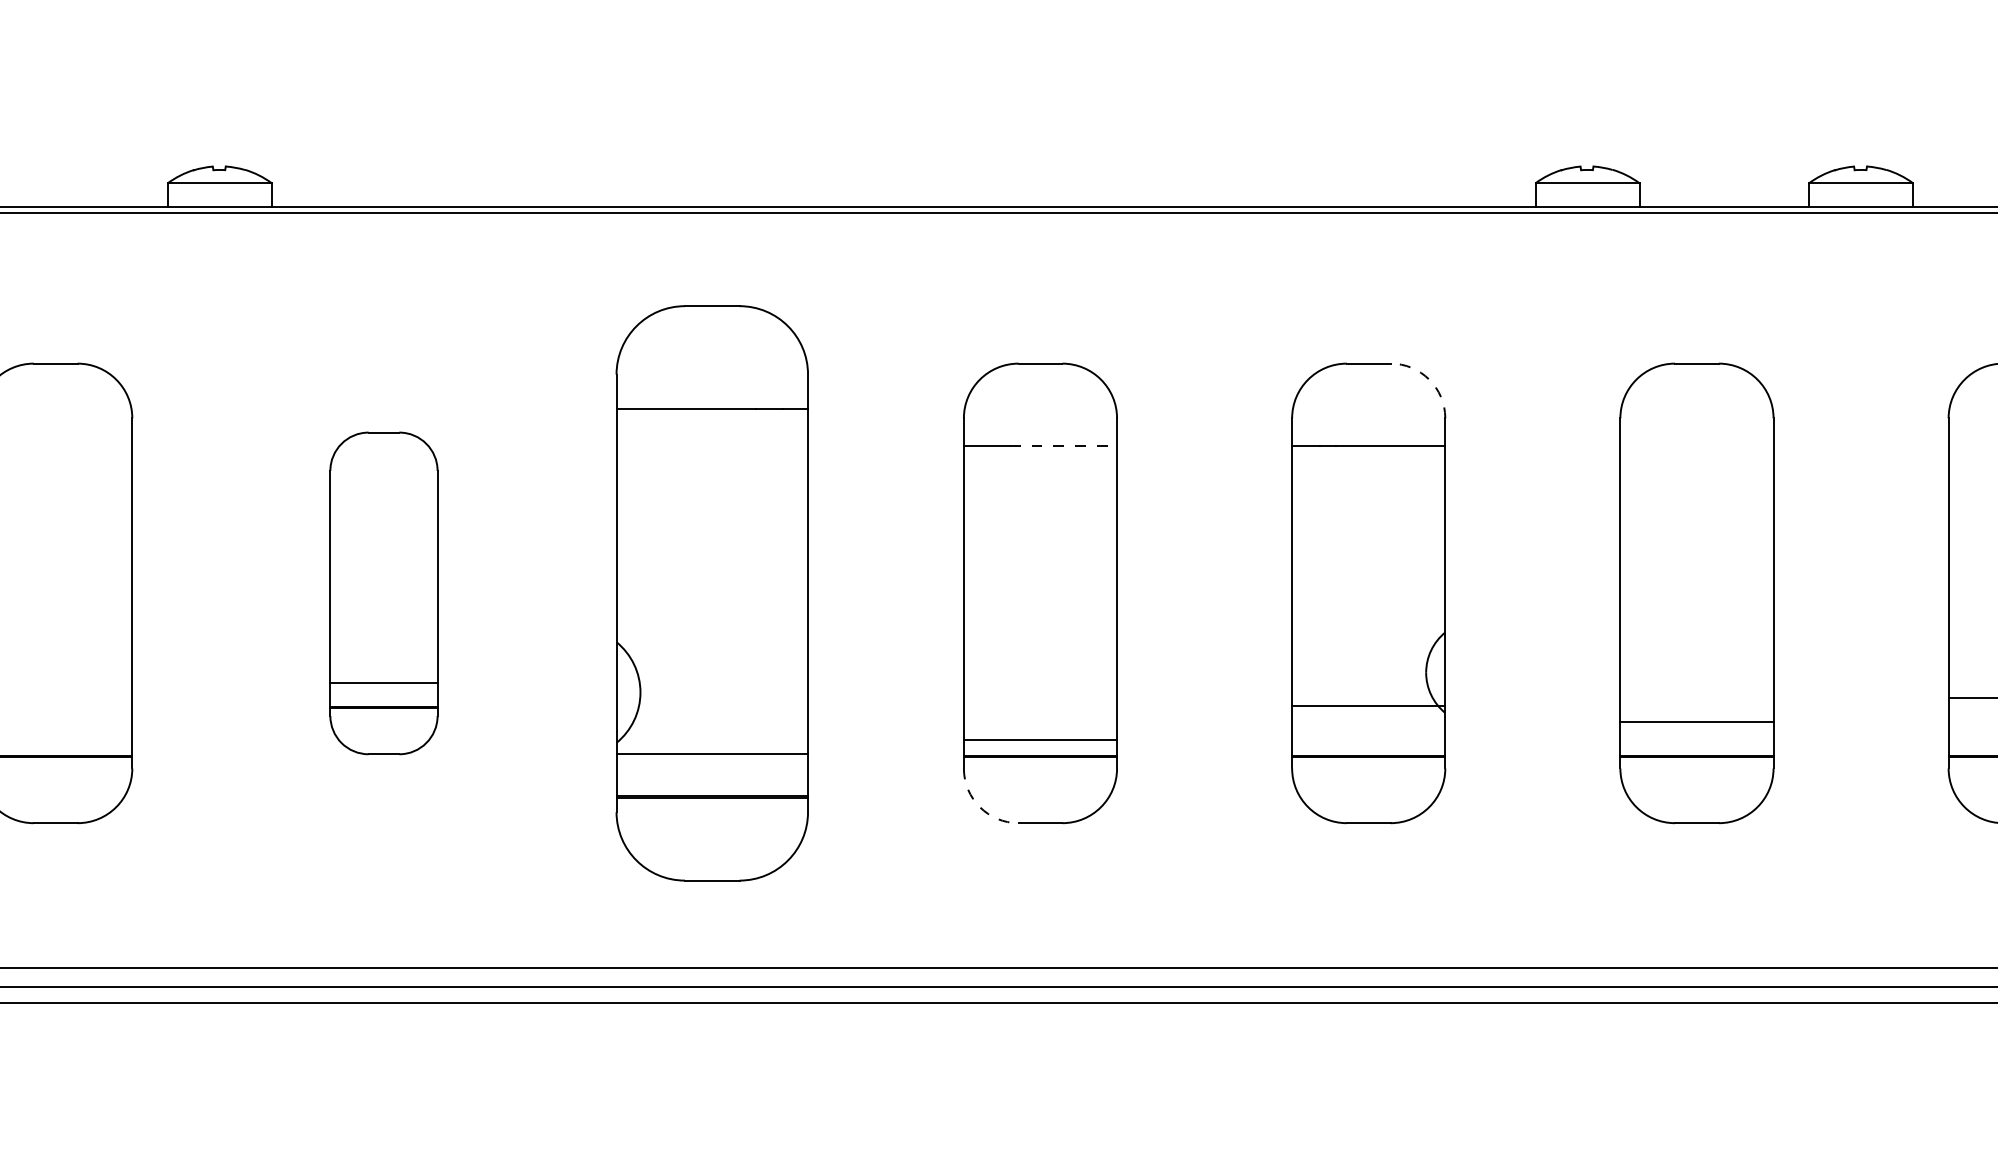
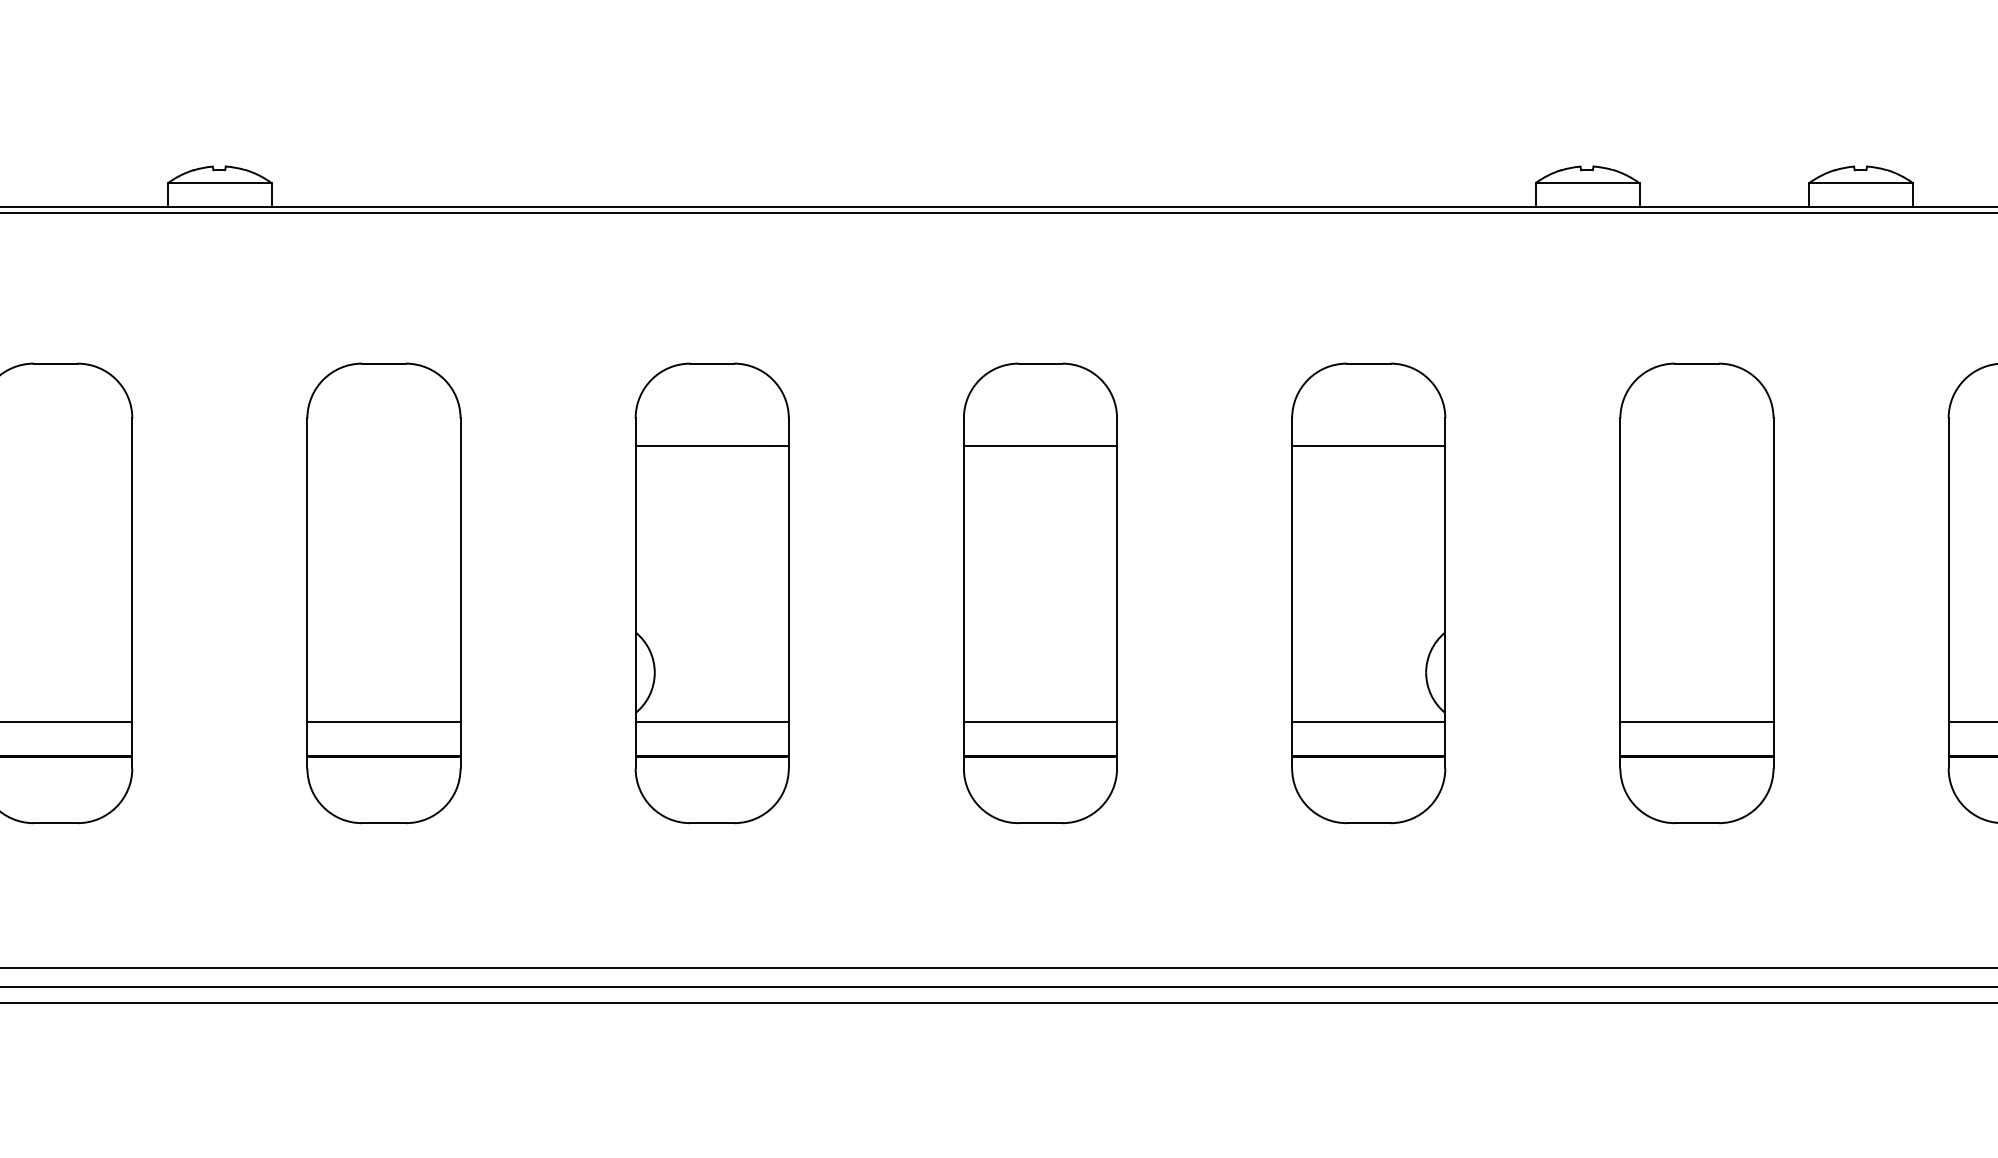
arc at (1429, 379): dashed -> solid
line at (1063, 445): dashed -> solid
part at (383, 593) size: 110x325 px -> 156x463 px
part at (711, 593) size: 194x577 px -> 156x463 px
line at (1971, 697) position: (1971, 697) -> (1971, 721)
line at (1368, 705) position: (1368, 705) -> (1368, 721)
line at (67, 721): none -> present
line at (1040, 739) position: (1040, 739) -> (1040, 721)
arc at (979, 807): dashed -> solid
